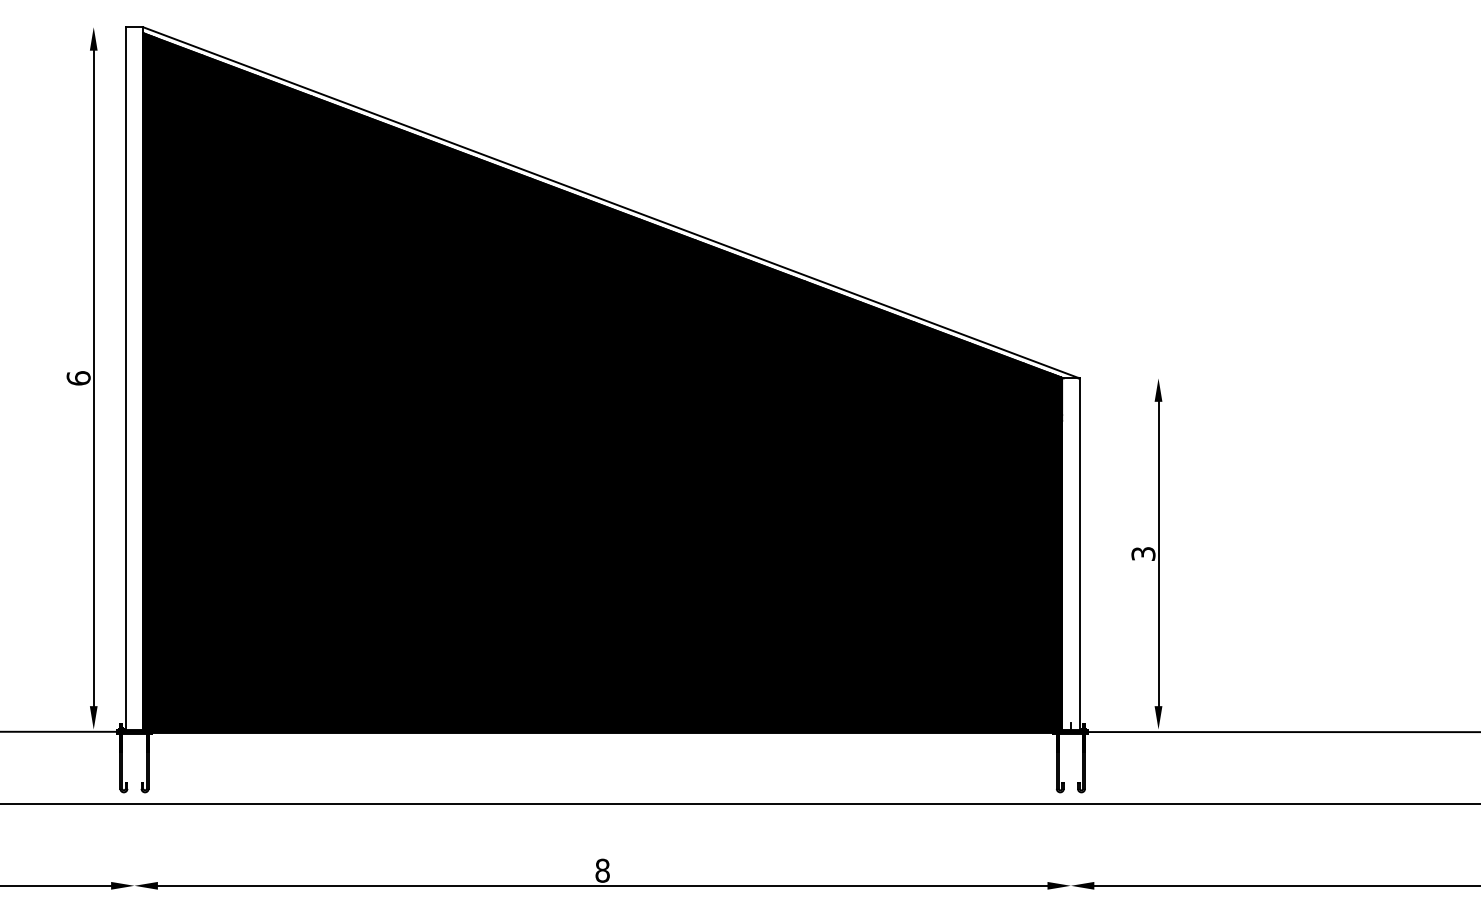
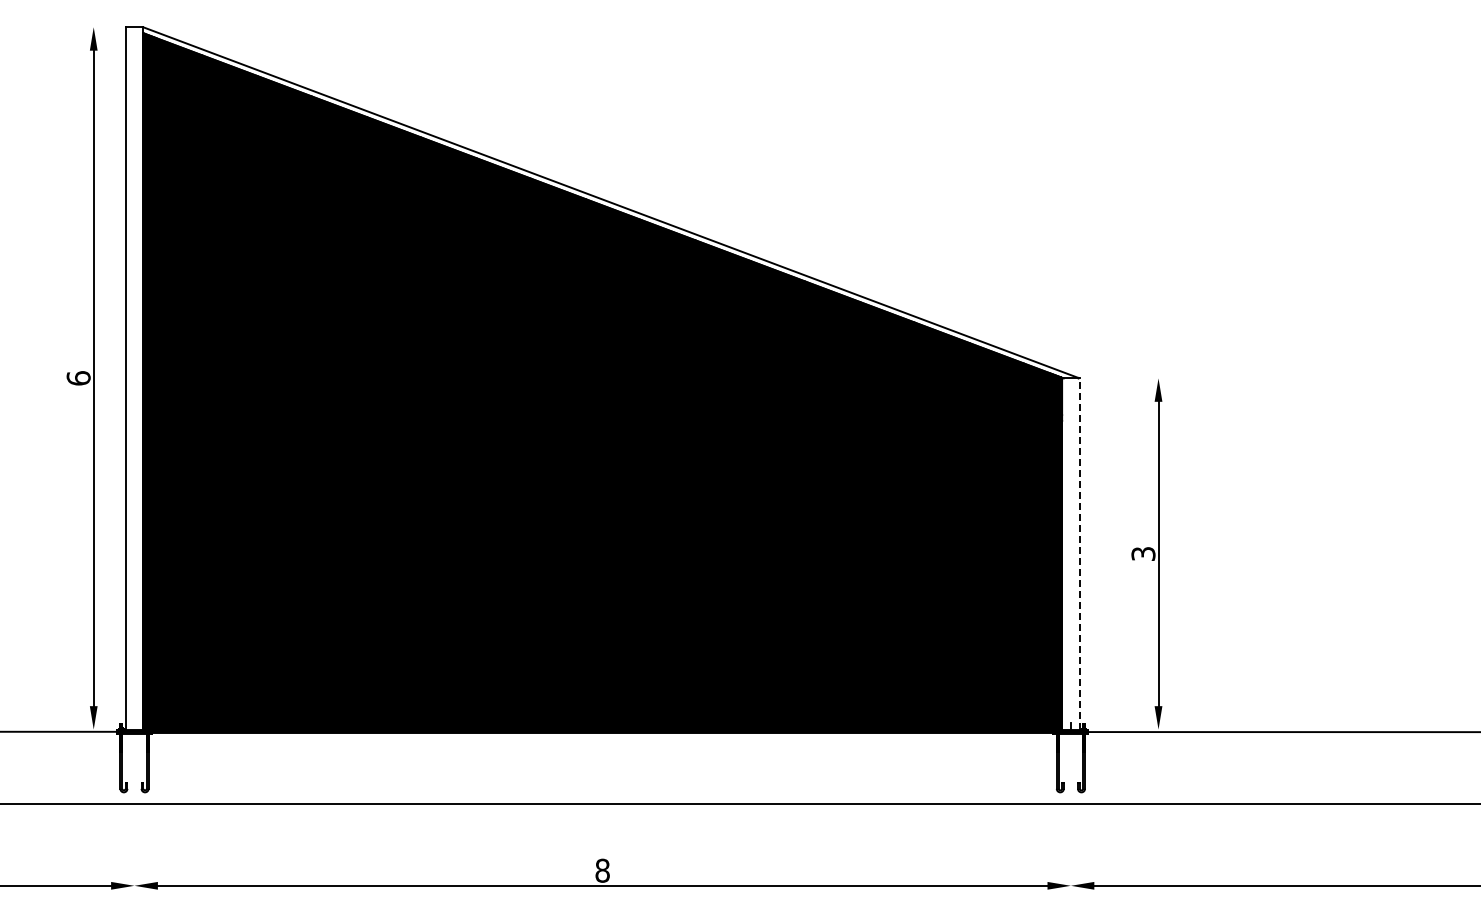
line at (1079, 554): solid -> dashed
